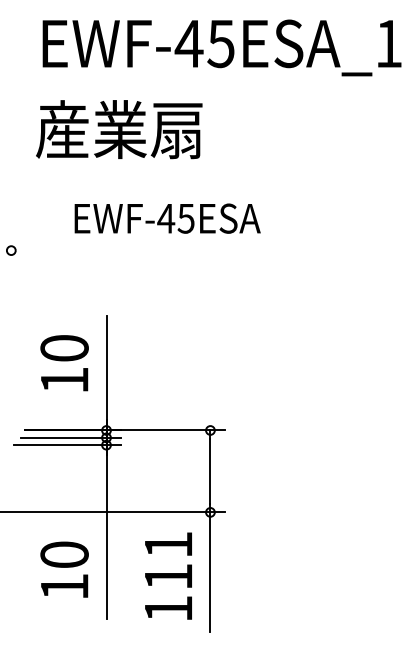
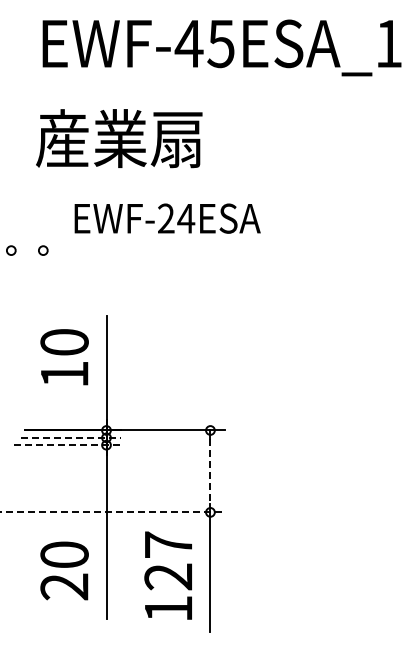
text at (119, 129) position: (119, 129) -> (119, 138)
text at (176, 218): EWF-45ESA -> EWF-24ESA
circle at (43, 250): none -> present
text at (64, 363) position: (64, 363) -> (64, 357)
line at (71, 437): solid -> dashed
line at (67, 445): solid -> dashed
line at (210, 471): solid -> dashed
line at (113, 512): solid -> dashed
text at (167, 560): 111 -> 127
text at (64, 586): 10 -> 20
